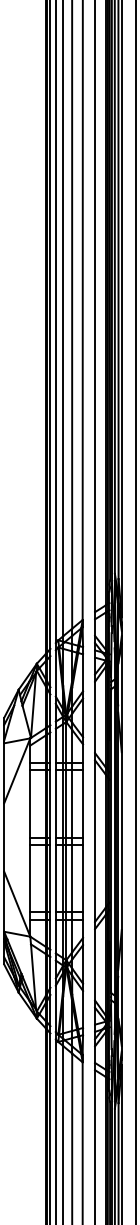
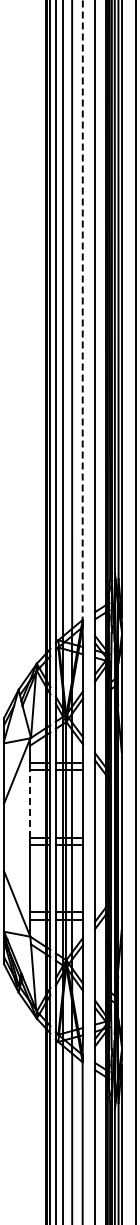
line at (82, 310): solid -> dashed
line at (30, 803): solid -> dashed
